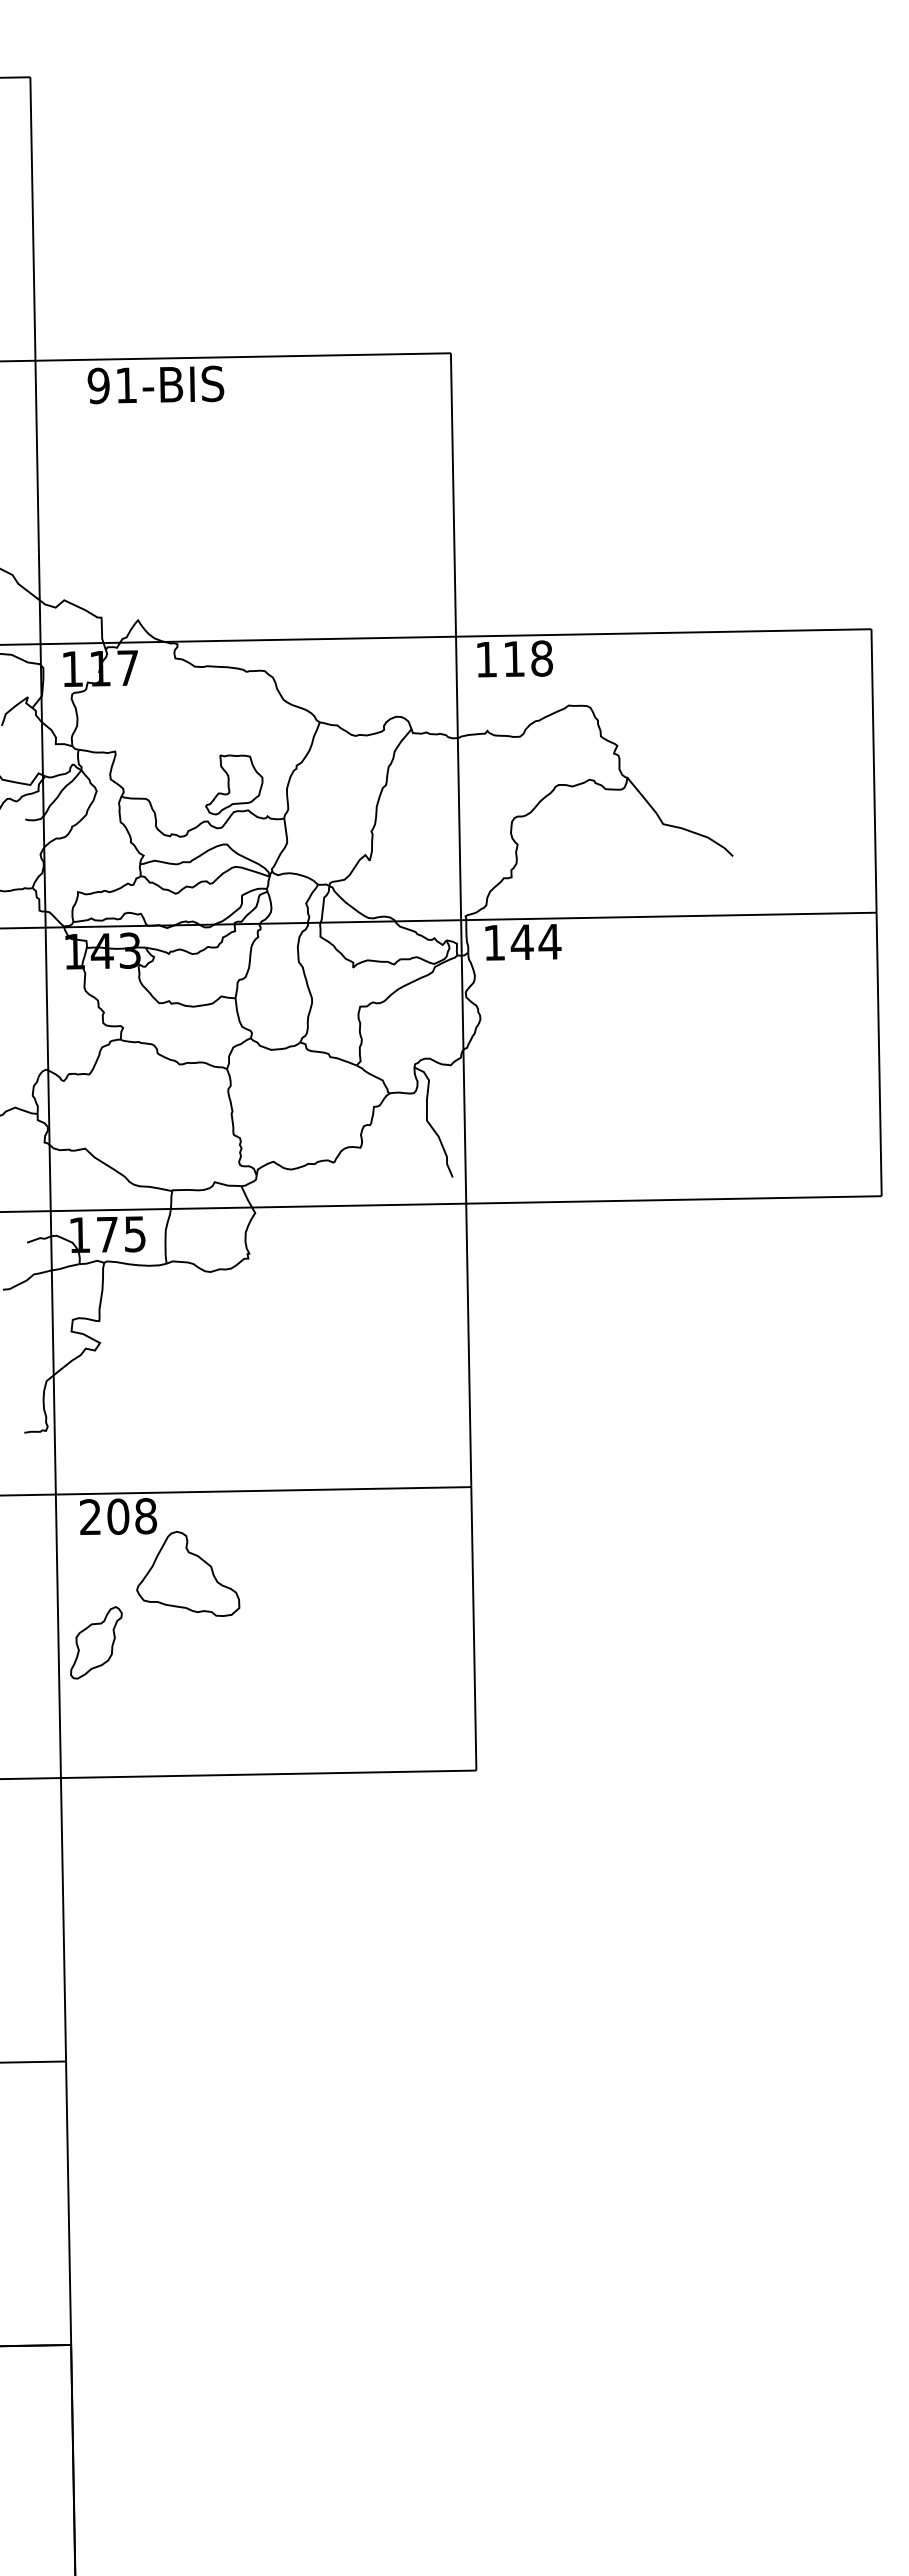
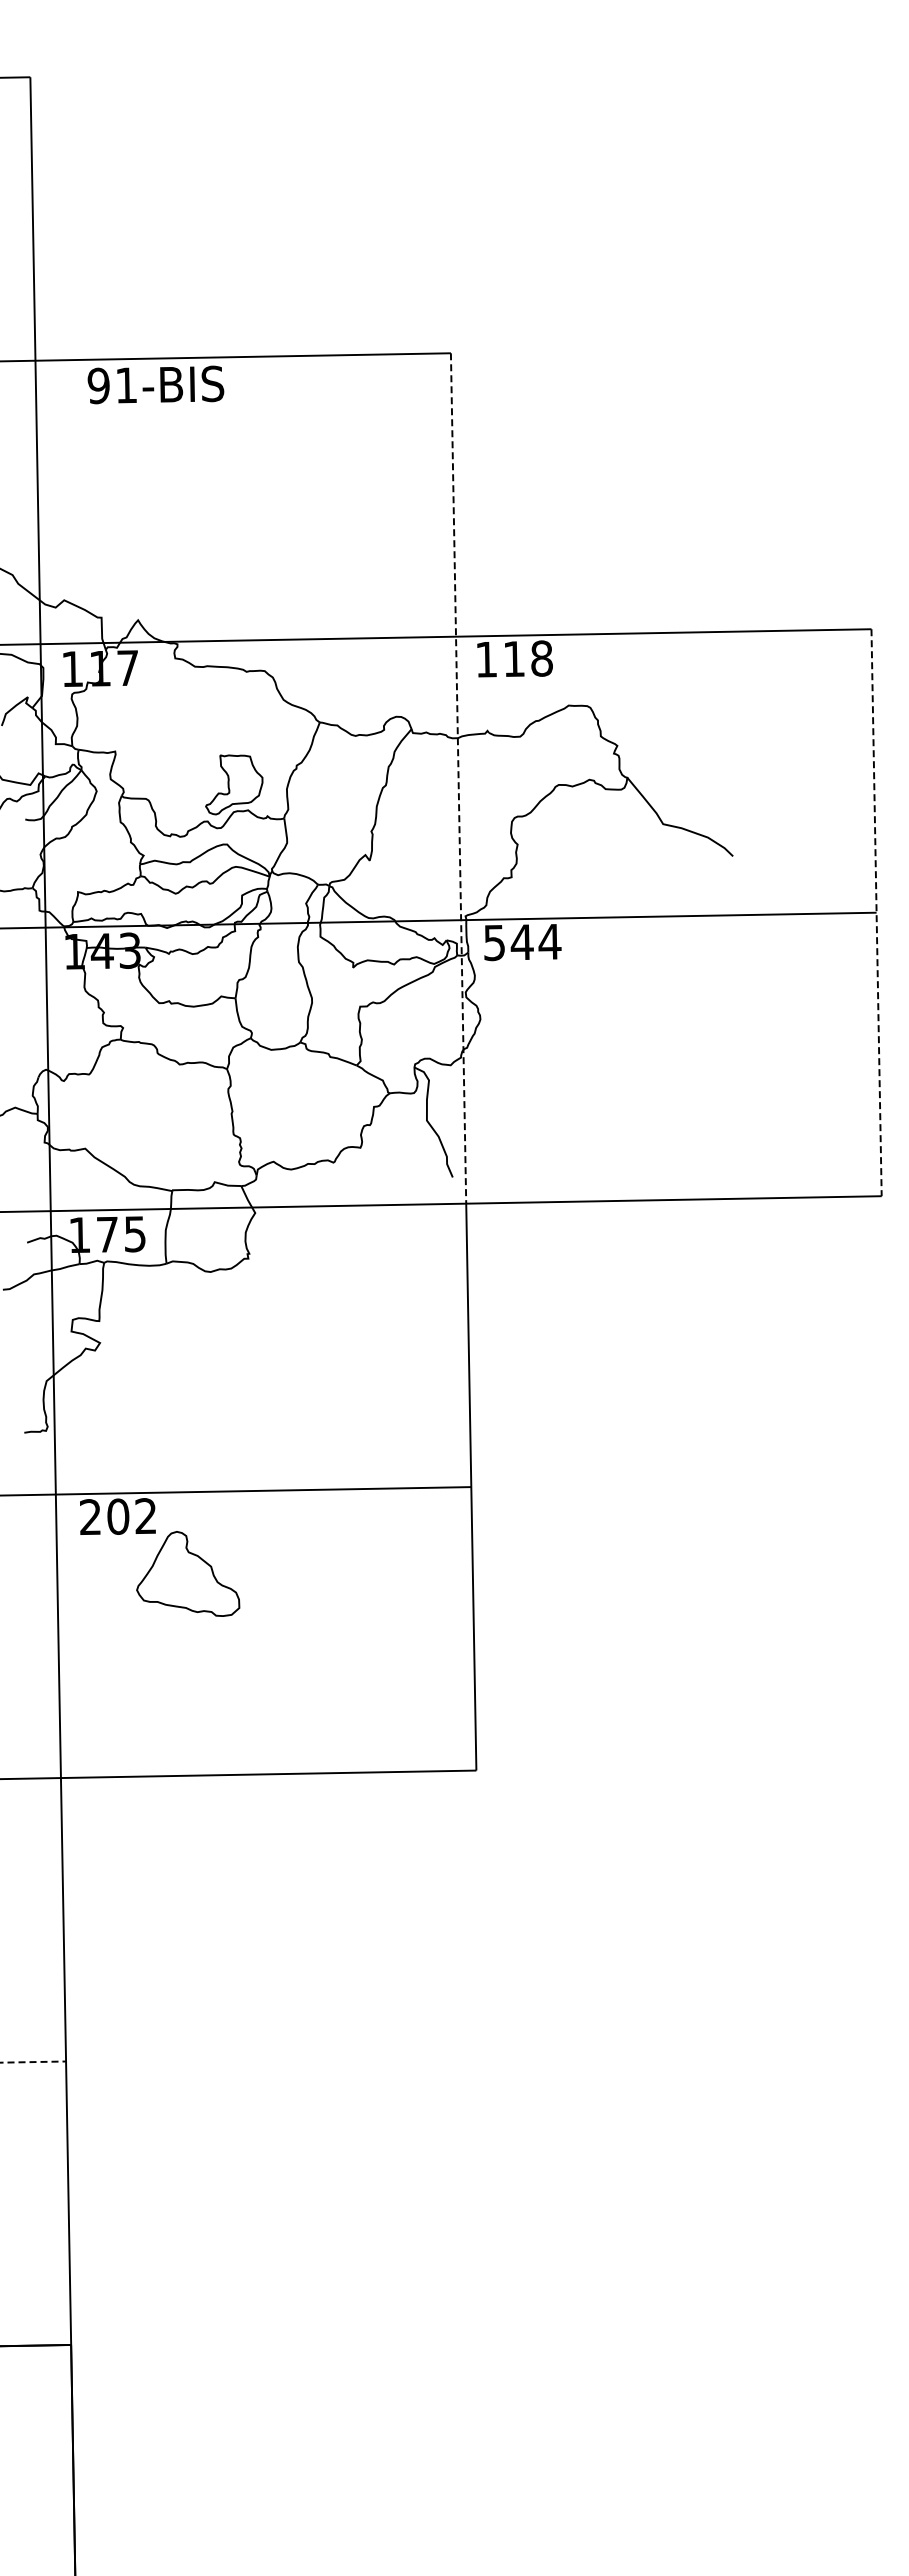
line at (458, 778): solid -> dashed
line at (876, 912): solid -> dashed
text at (494, 943): 144 -> 544
text at (146, 1516): 208 -> 202
part at (96, 1642): present -> none
line at (33, 2062): solid -> dashed
